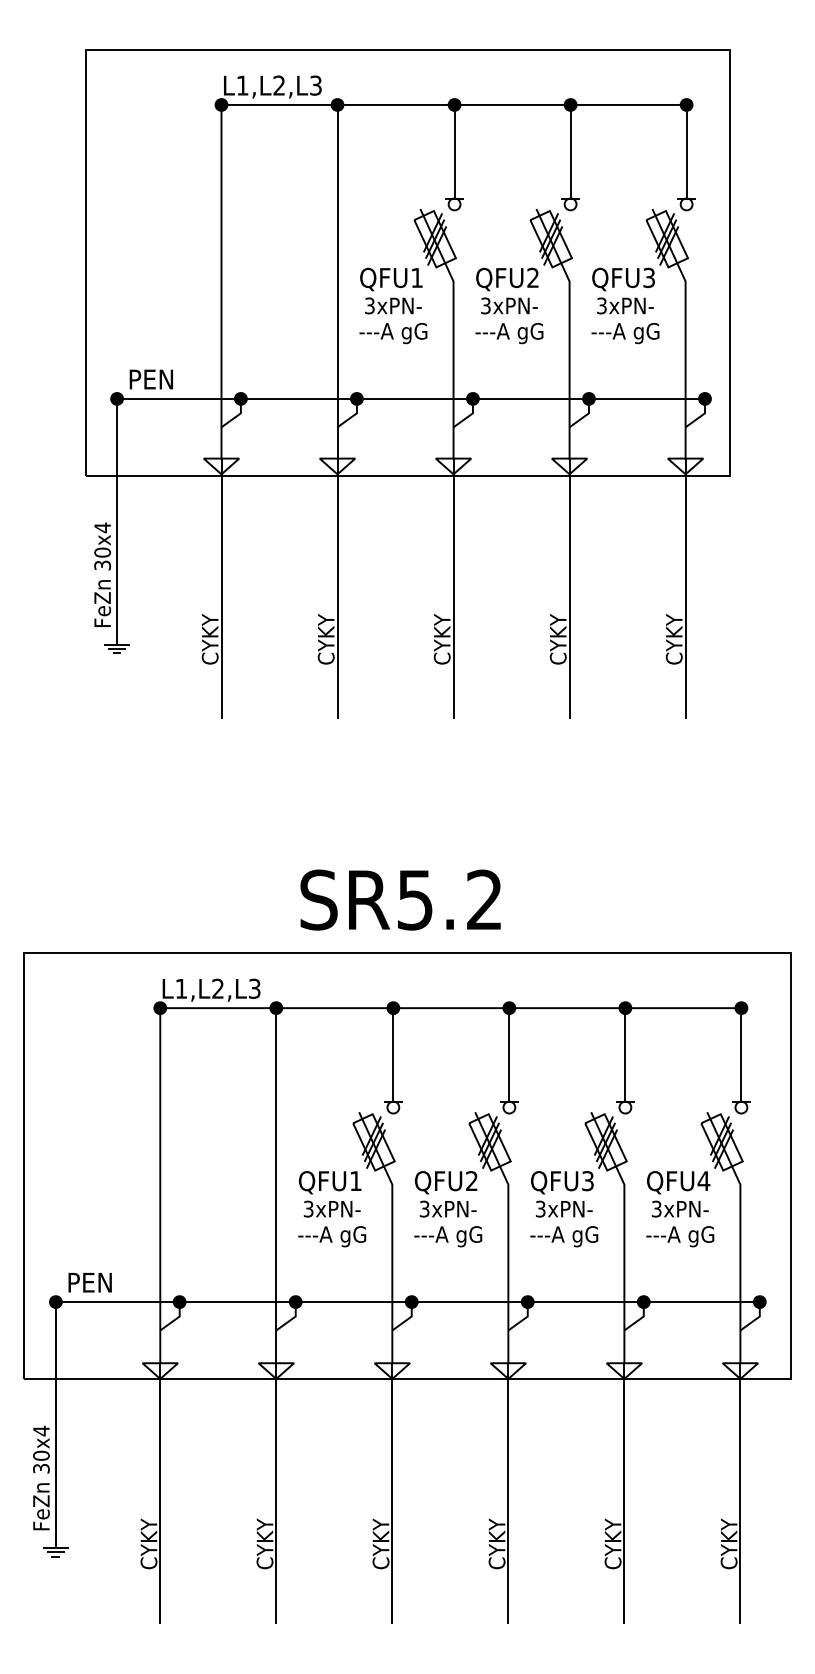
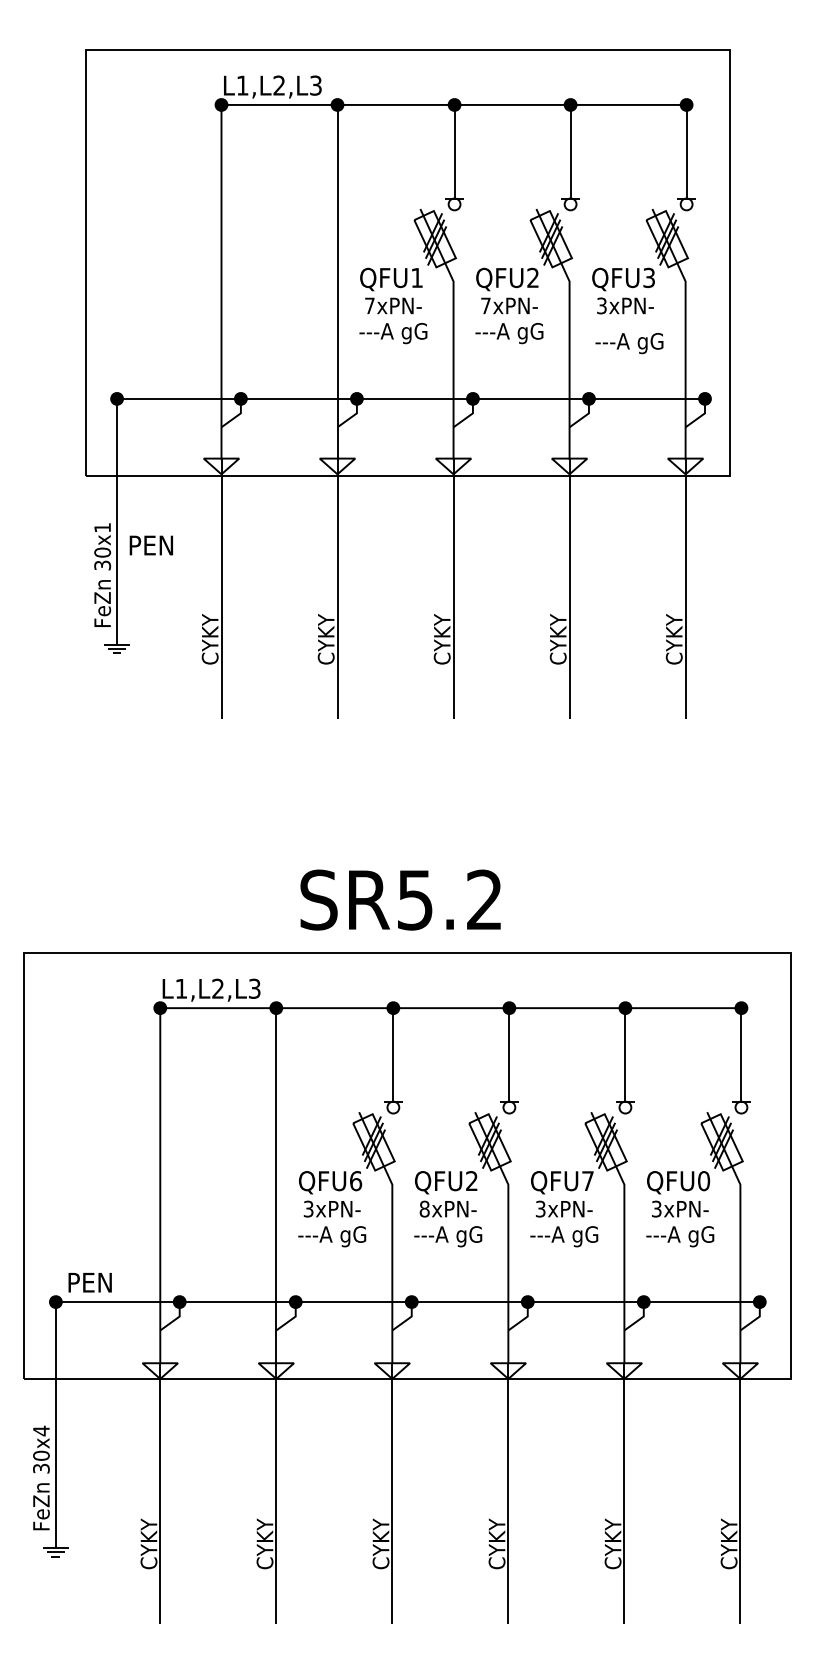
text at (369, 305): 3xPN- -> 7xPN-
text at (485, 305): 3xPN- -> 7xPN-
text at (625, 333) position: (625, 333) -> (629, 343)
text at (150, 379) position: (150, 379) -> (150, 545)
text at (102, 527): 30x4 -> 30x1
text at (356, 1181): QFU1 -> QFU6
text at (587, 1181): QFU3 -> QFU7
text at (703, 1181): QFU4 -> QFU0
text at (424, 1208): 3xPN- -> 8xPN-
